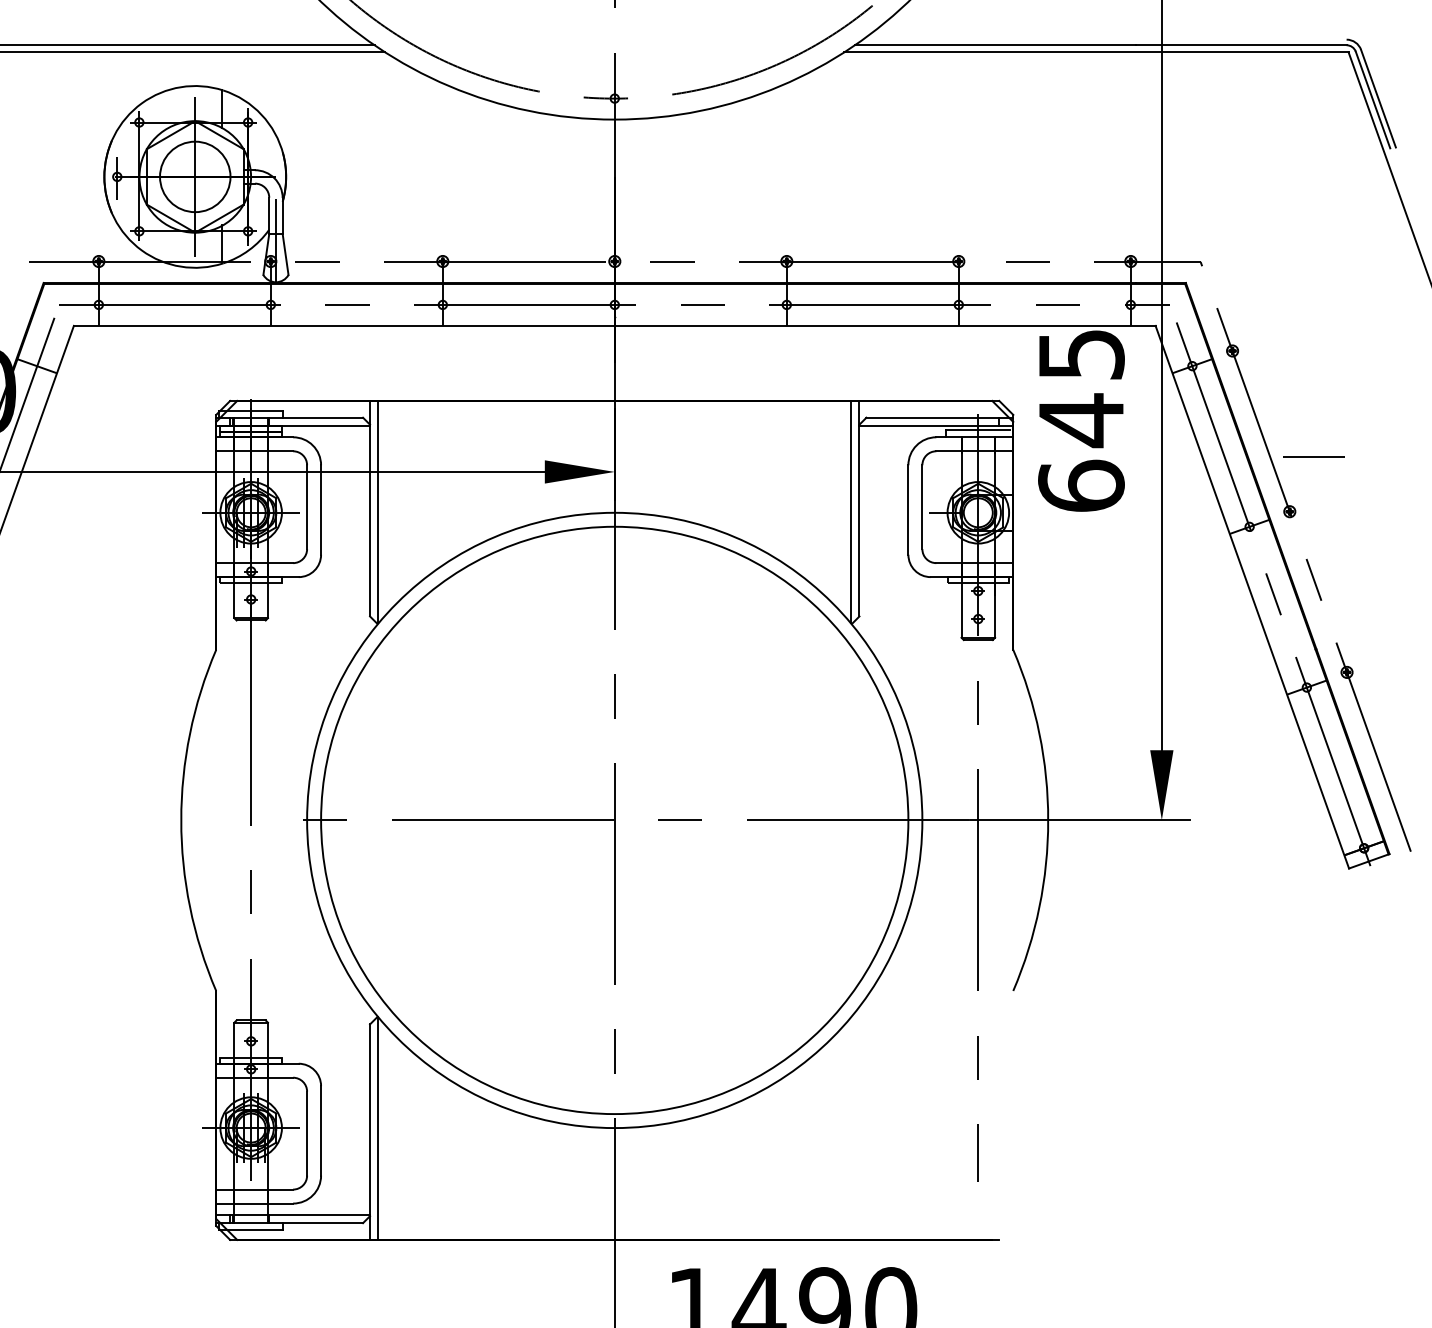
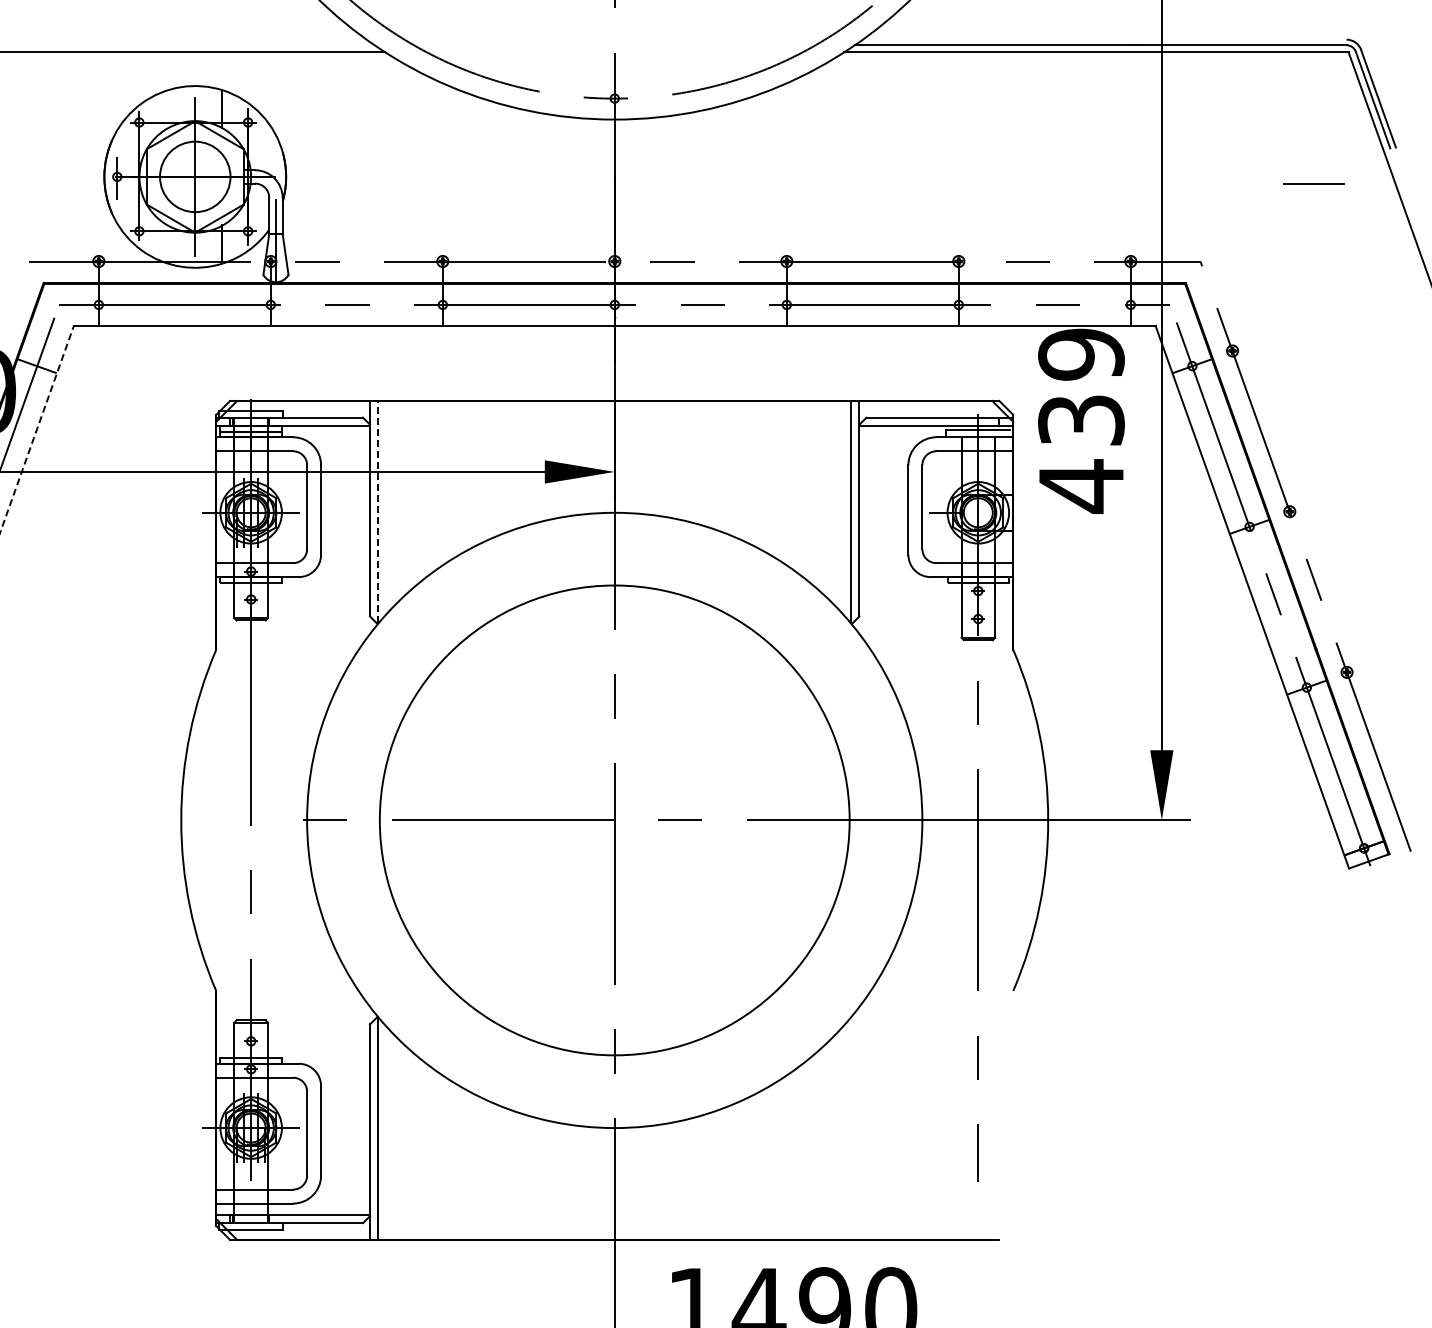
line at (188, 45): present -> none
text at (1081, 420): 645 -> 439
line at (37, 429): solid -> dashed
line at (1313, 456) position: (1313, 456) -> (1313, 183)
line at (378, 511): solid -> dashed
circle at (614, 820) diameter: 587 px -> 470 px
